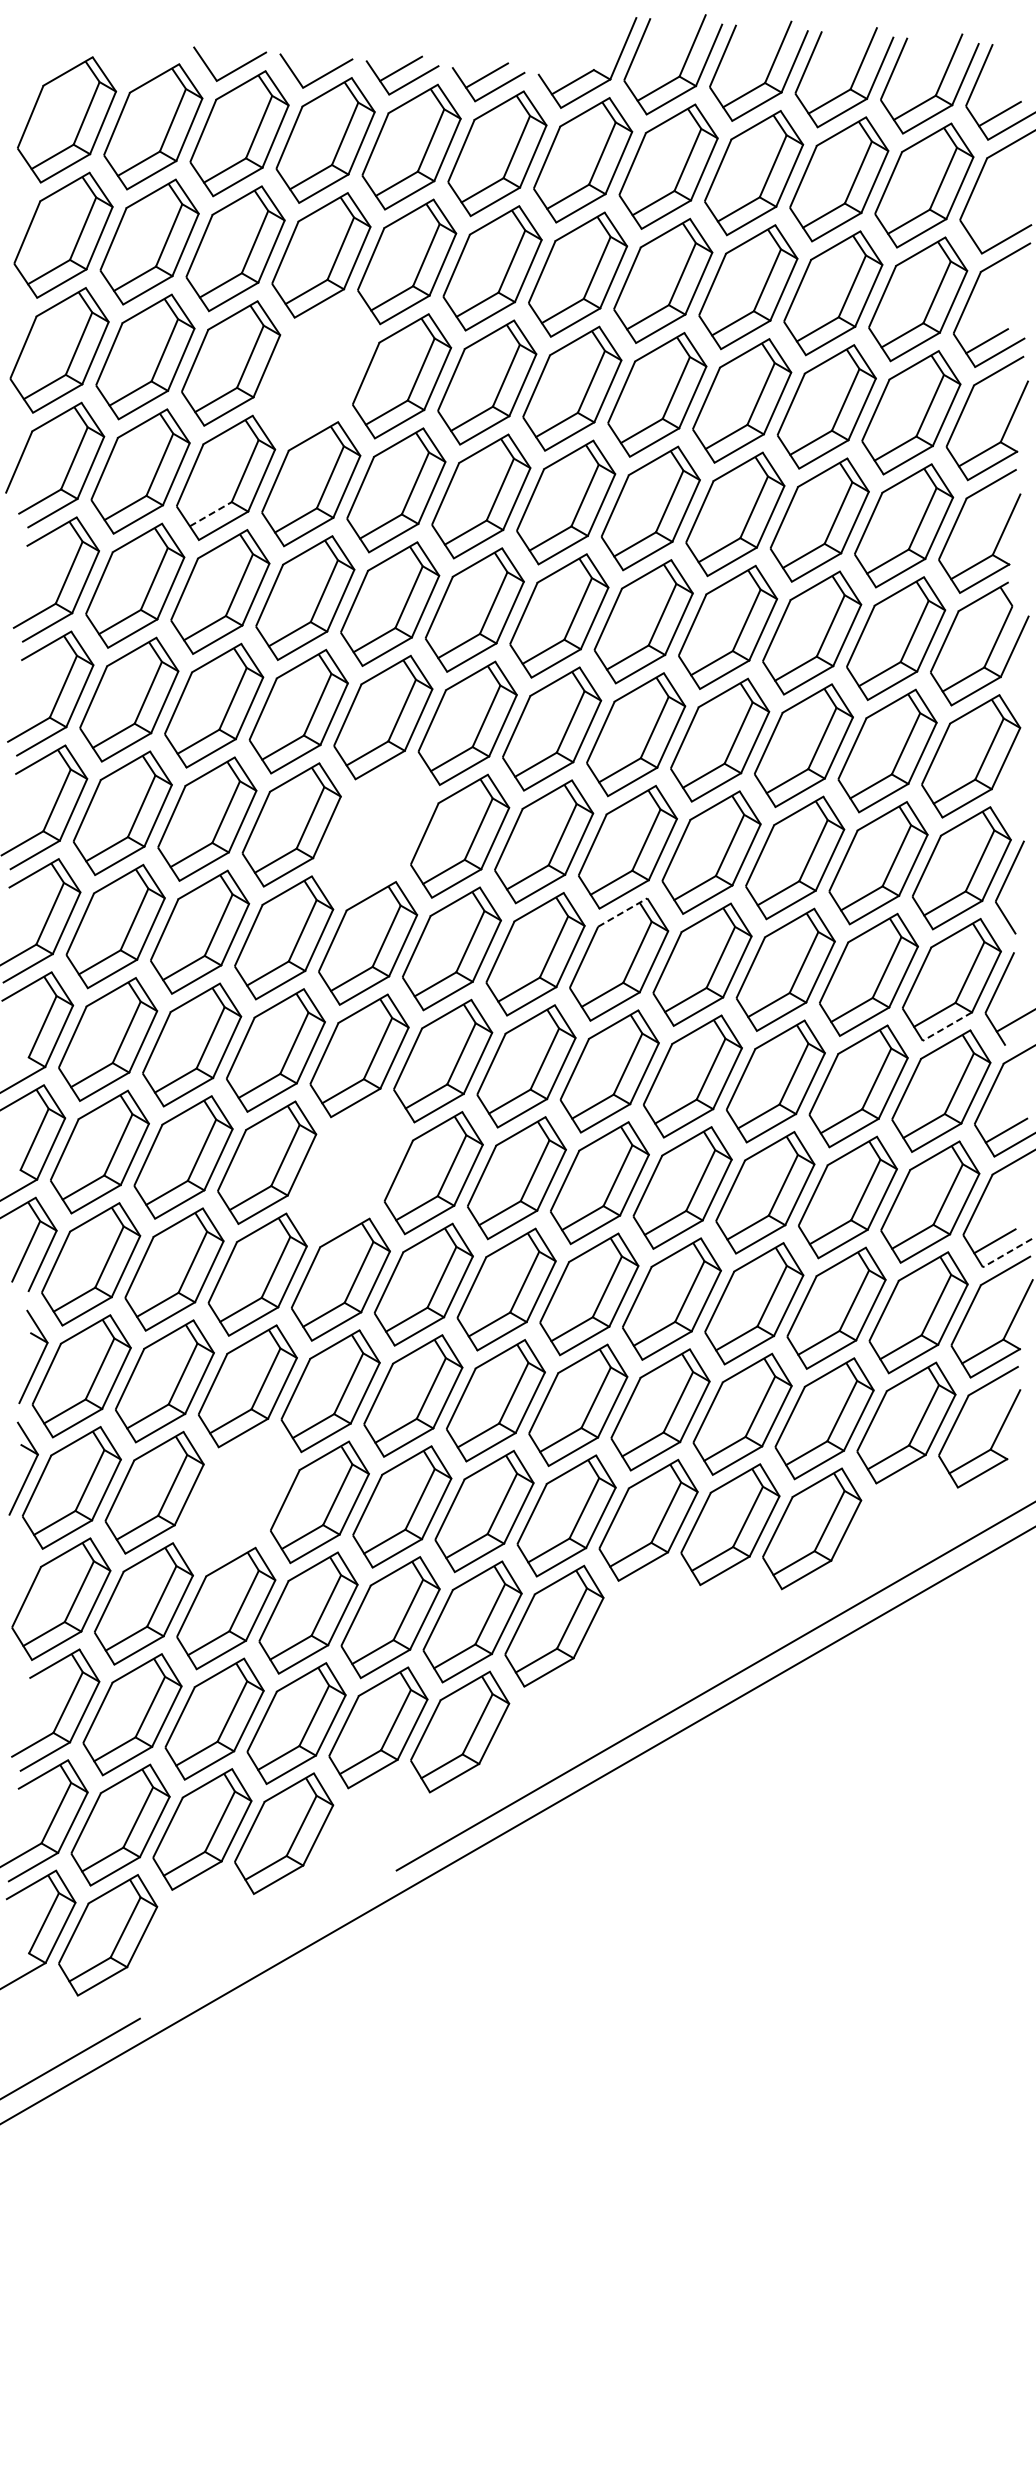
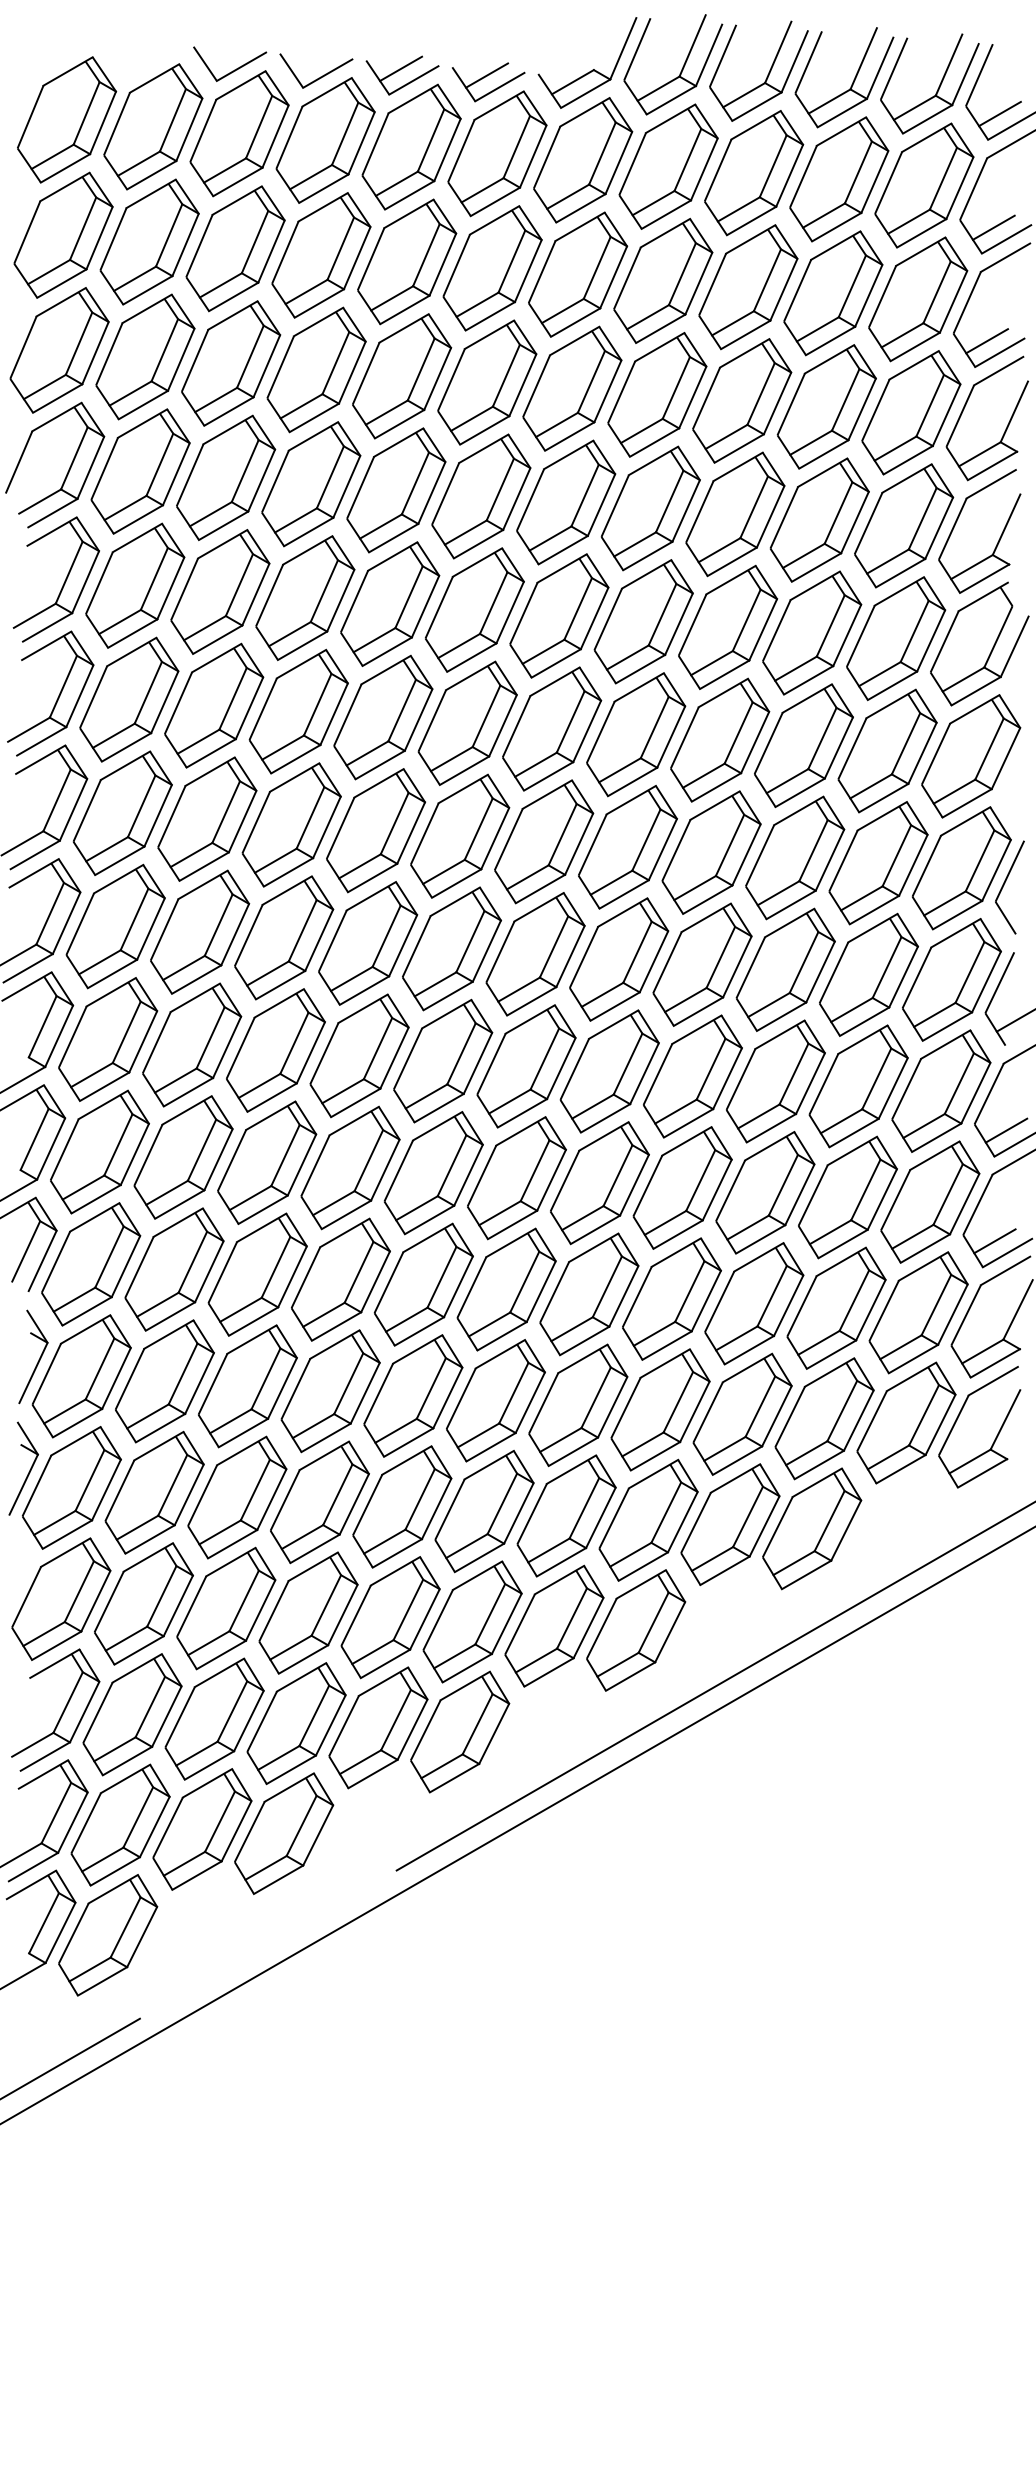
line at (993, 227): none -> present
part at (316, 369): none -> present
line at (211, 513): dashed -> solid
part at (375, 830): none -> present
line at (623, 912): dashed -> solid
line at (946, 1026): dashed -> solid
part at (350, 1167): none -> present
line at (1007, 1253): dashed -> solid
part at (237, 1497): none -> present
part at (636, 1630): none -> present
